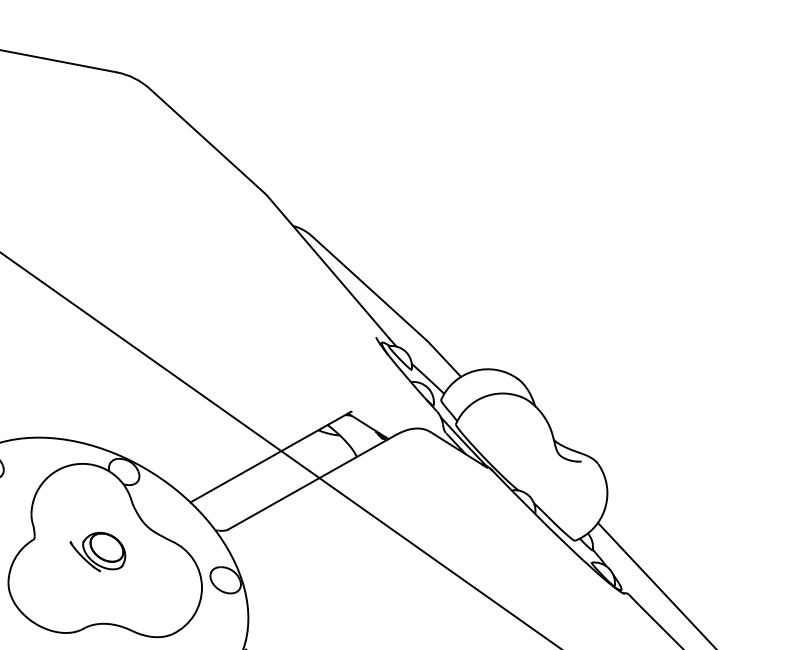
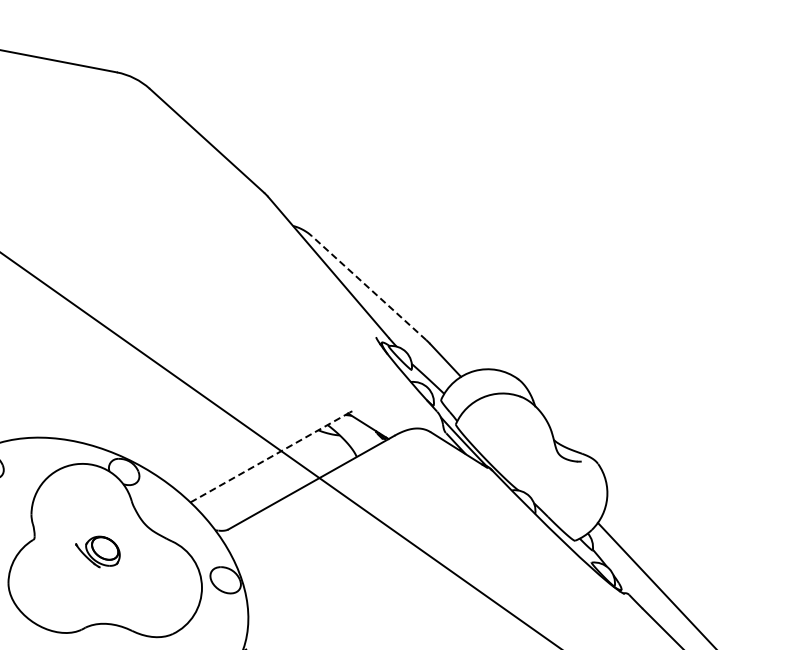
line at (368, 287): solid -> dashed
line at (270, 457): solid -> dashed
part at (97, 551) size: 58x42 px -> 46x34 px
